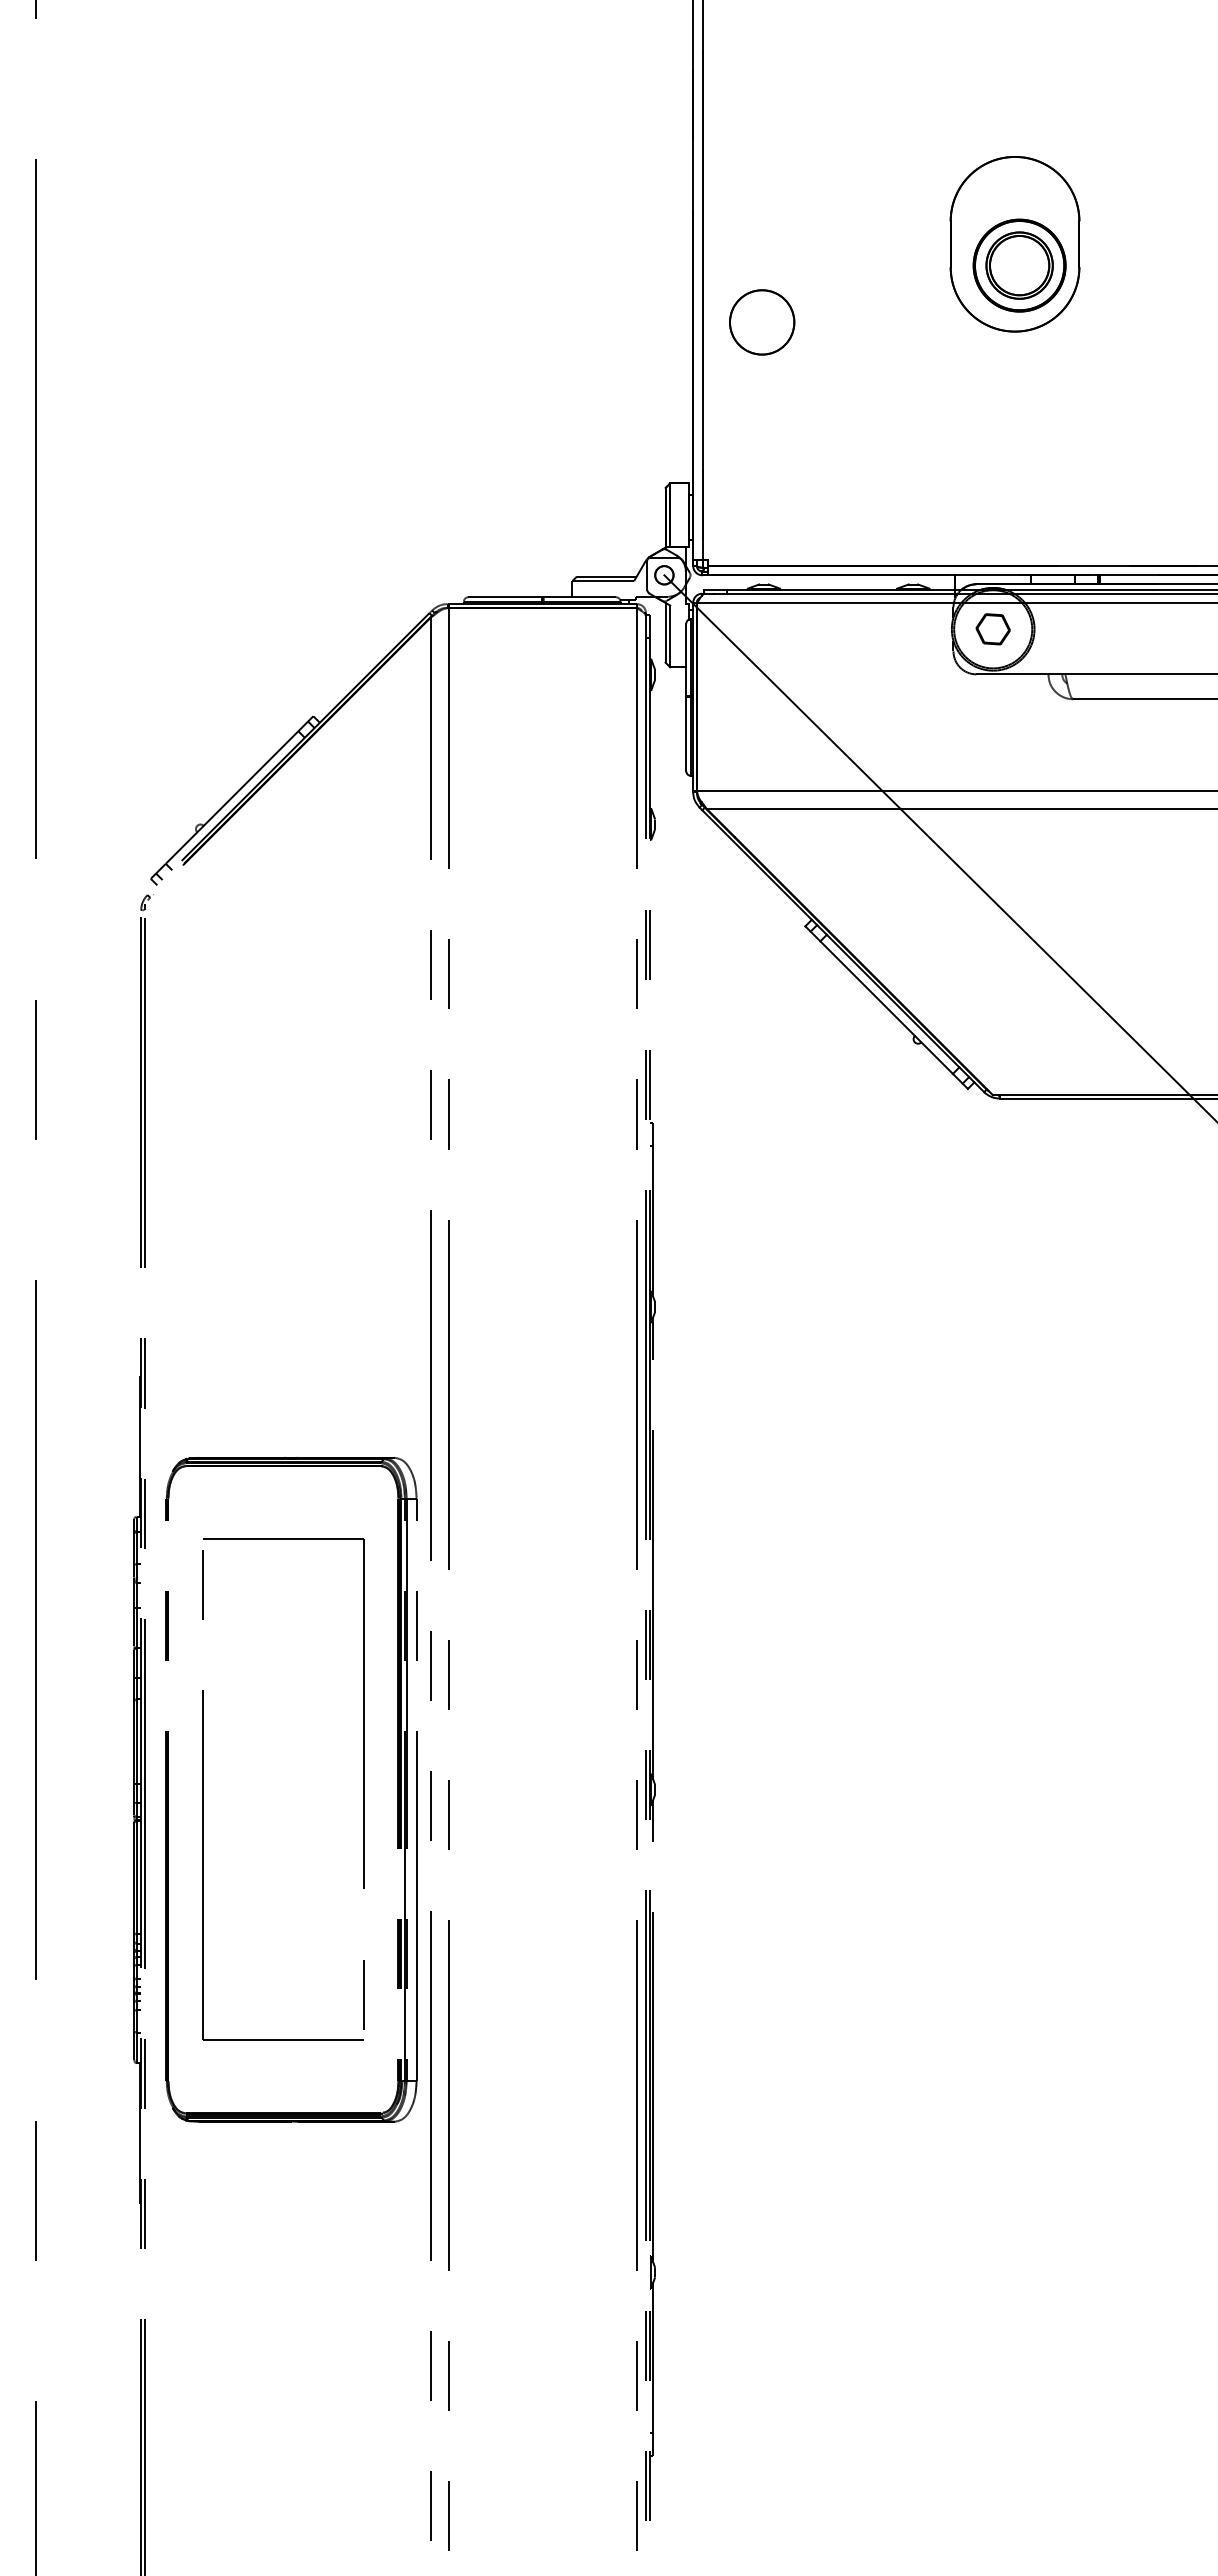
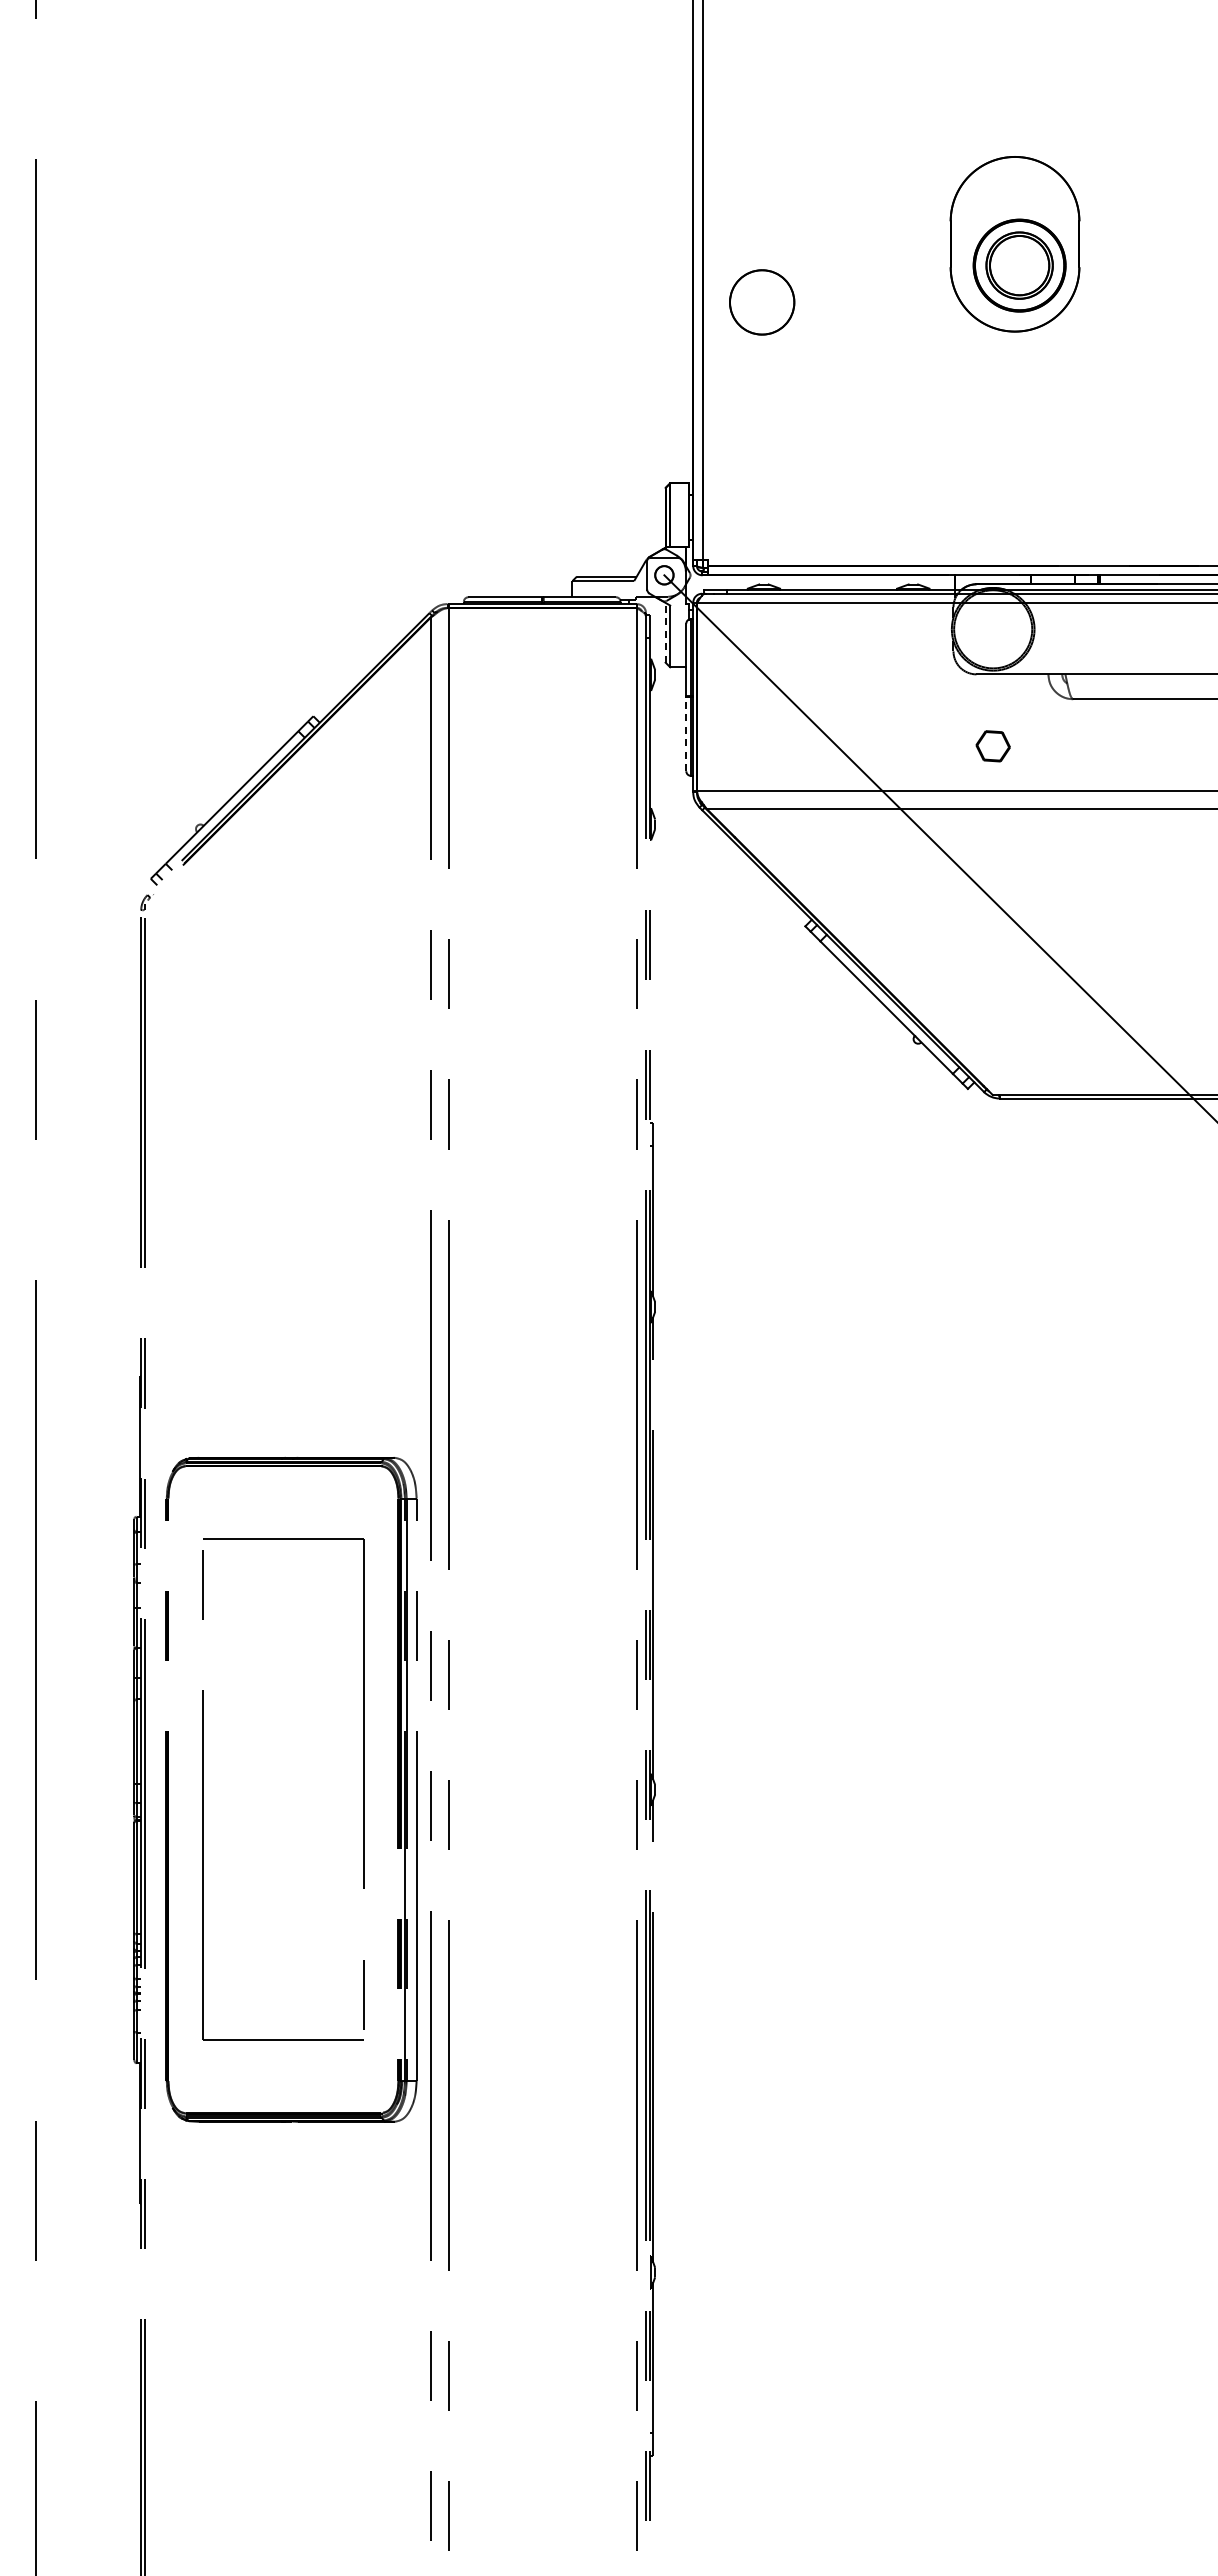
circle at (762, 322) position: (762, 322) -> (762, 302)
part at (992, 629) position: (992, 629) -> (992, 746)
line at (665, 632): solid -> dashed
line at (686, 734): solid -> dashed
